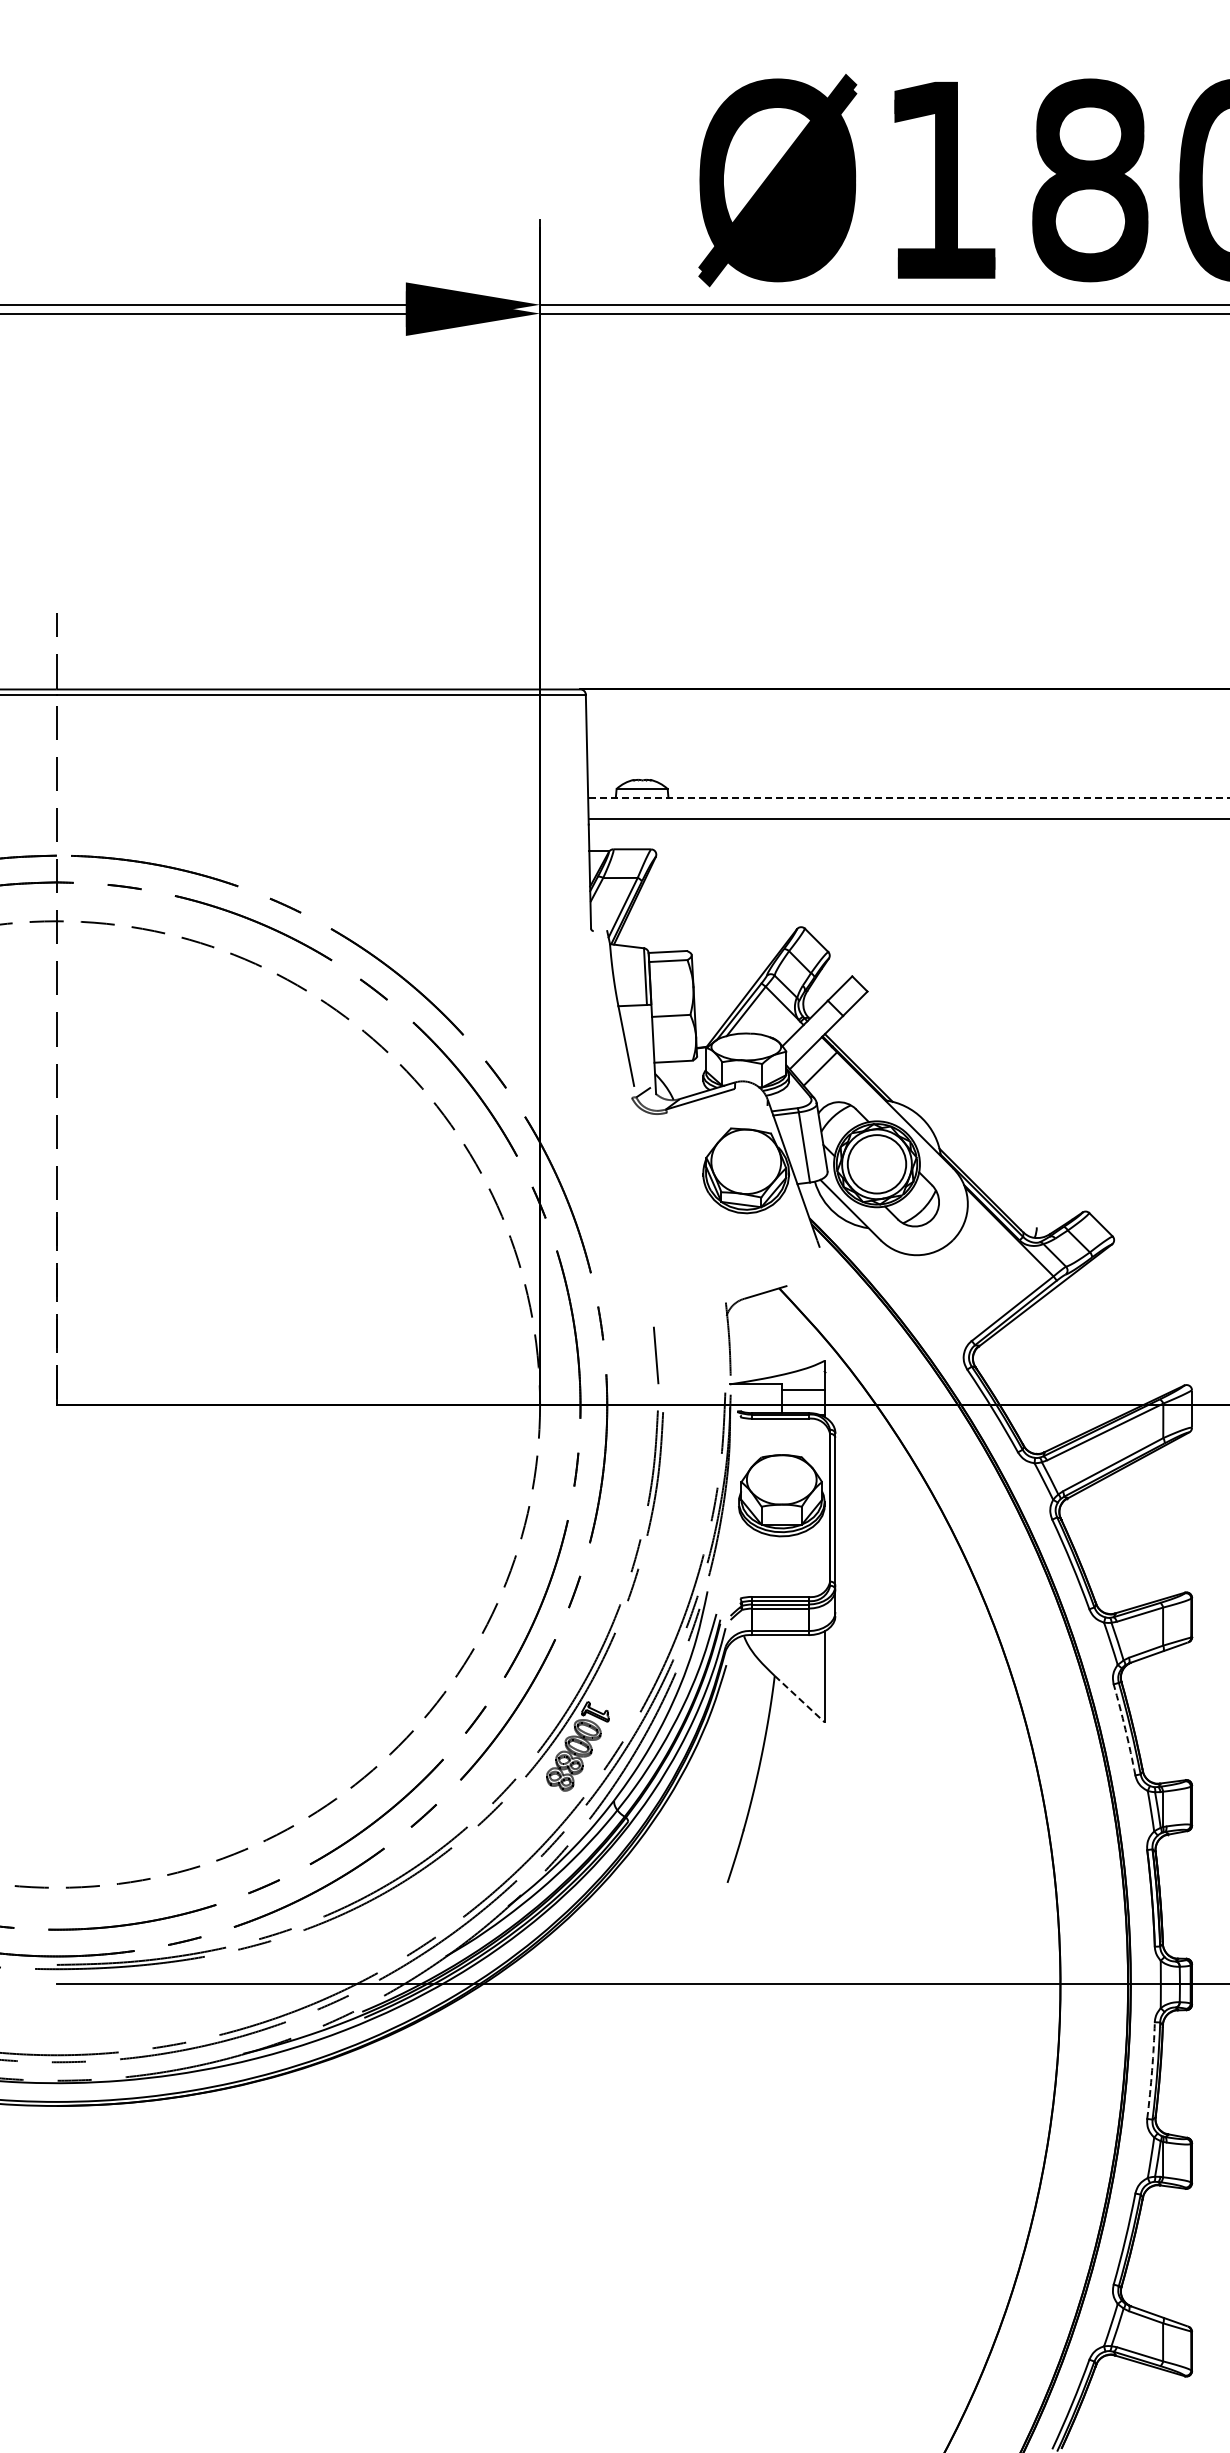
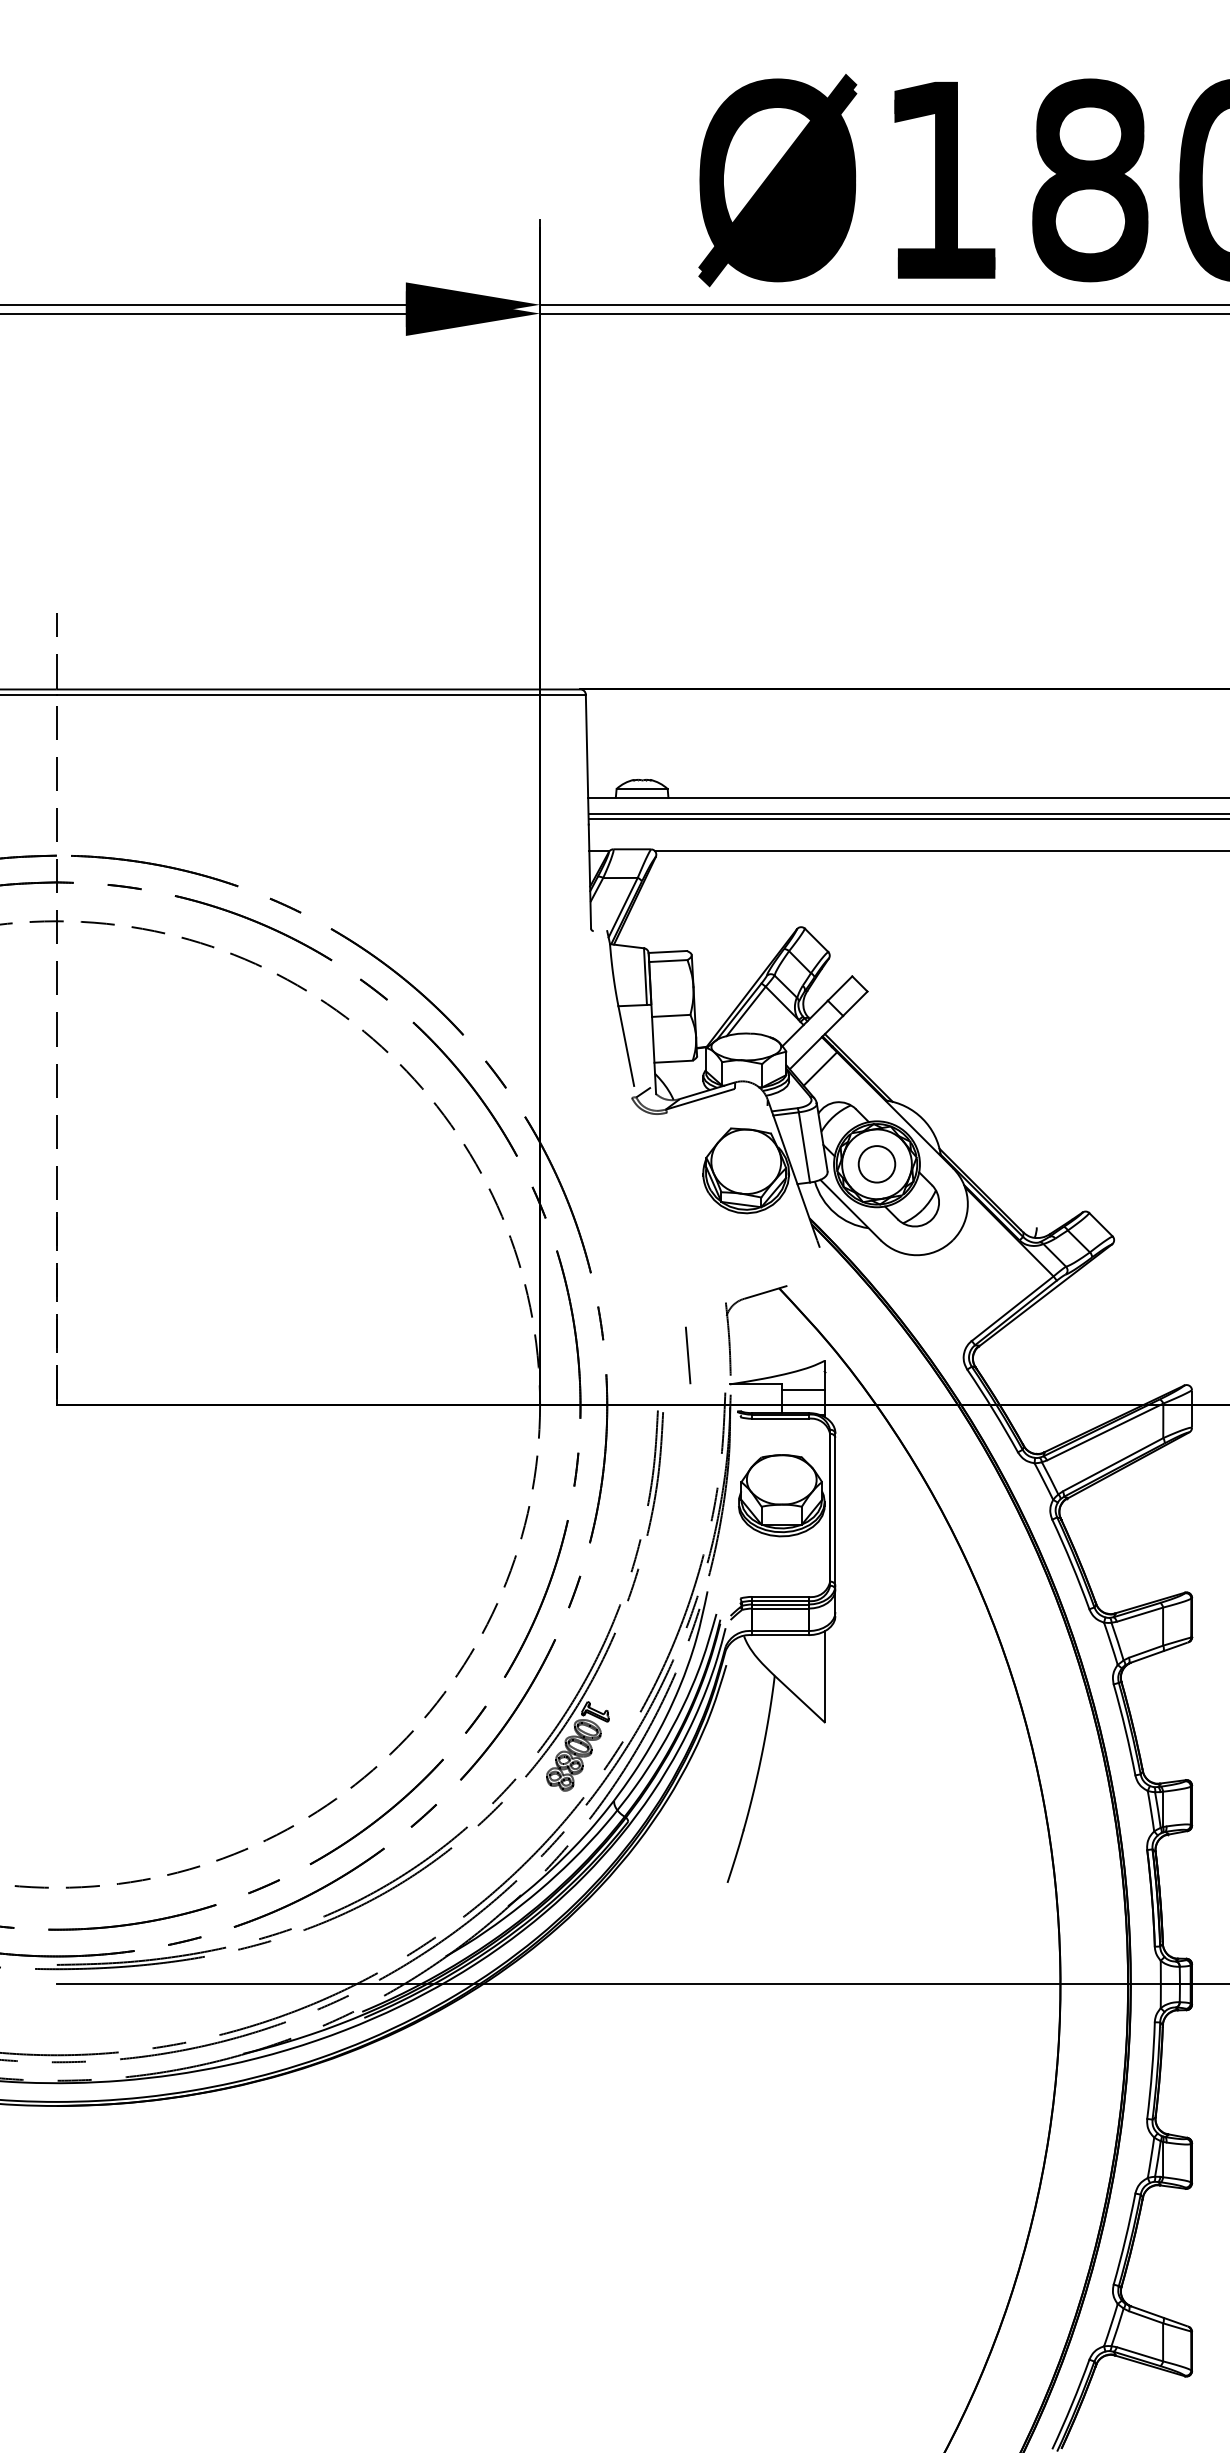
line at (909, 797): dashed -> solid
line at (907, 813): none -> present
line at (940, 851): none -> present
circle at (876, 1164) diameter: 58 px -> 37 px
line at (656, 1355) position: (656, 1355) -> (688, 1355)
line at (800, 1699): dashed -> solid
arc at (1125, 1729): dashed -> solid
arc at (1152, 2070): dashed -> solid
